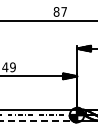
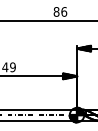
text at (64, 11): 87 -> 86
line at (39, 120): dashed -> solid
